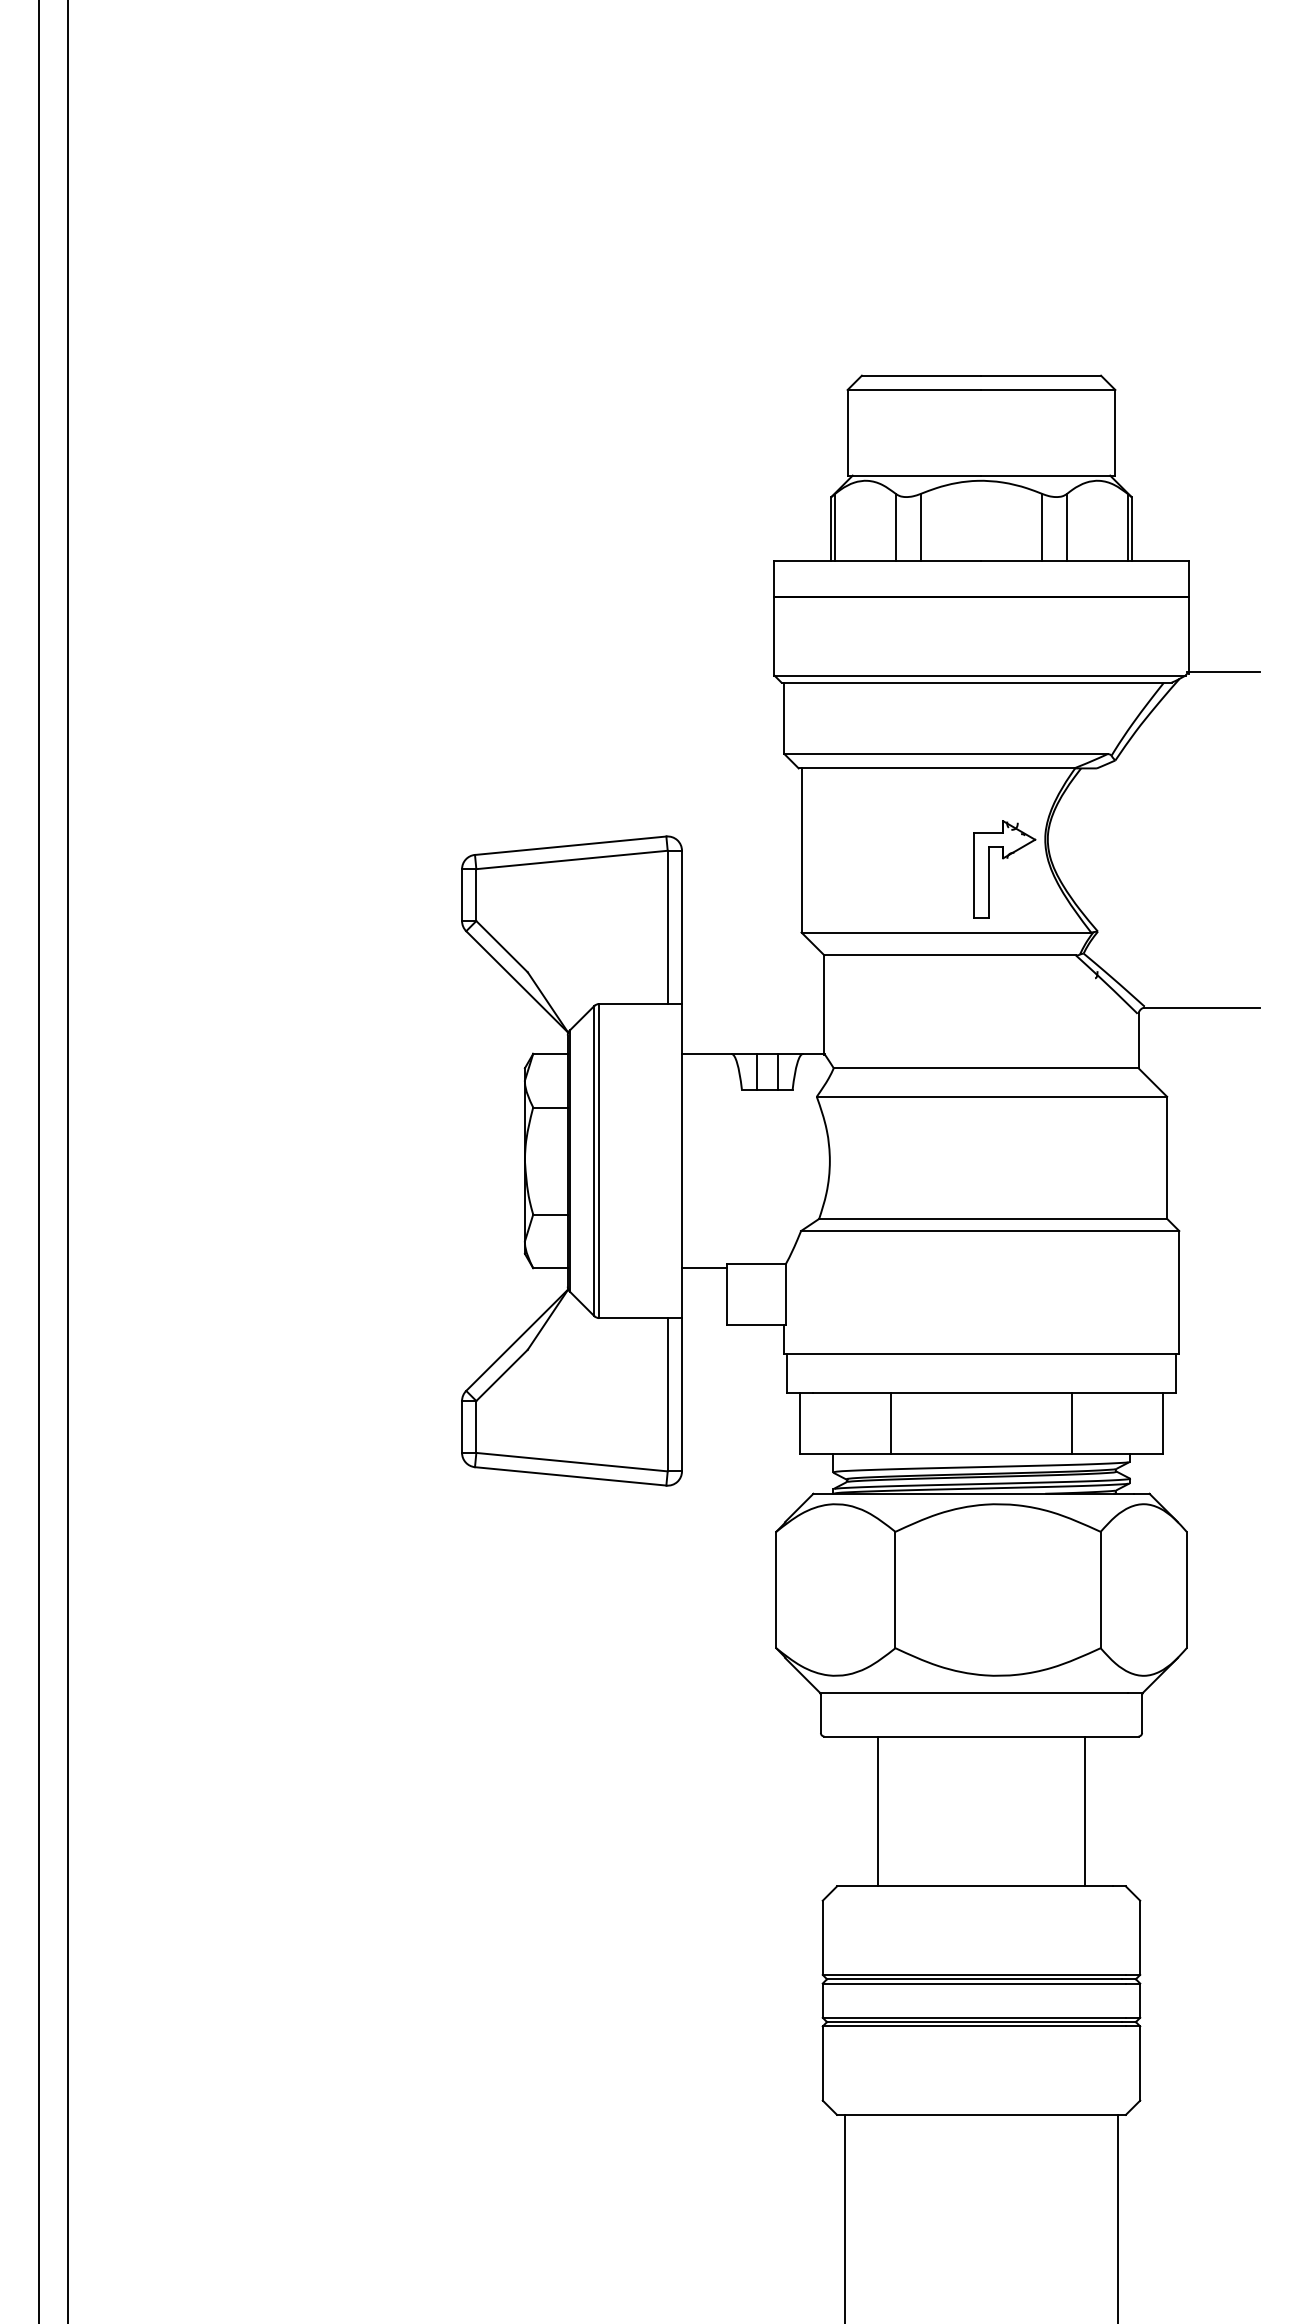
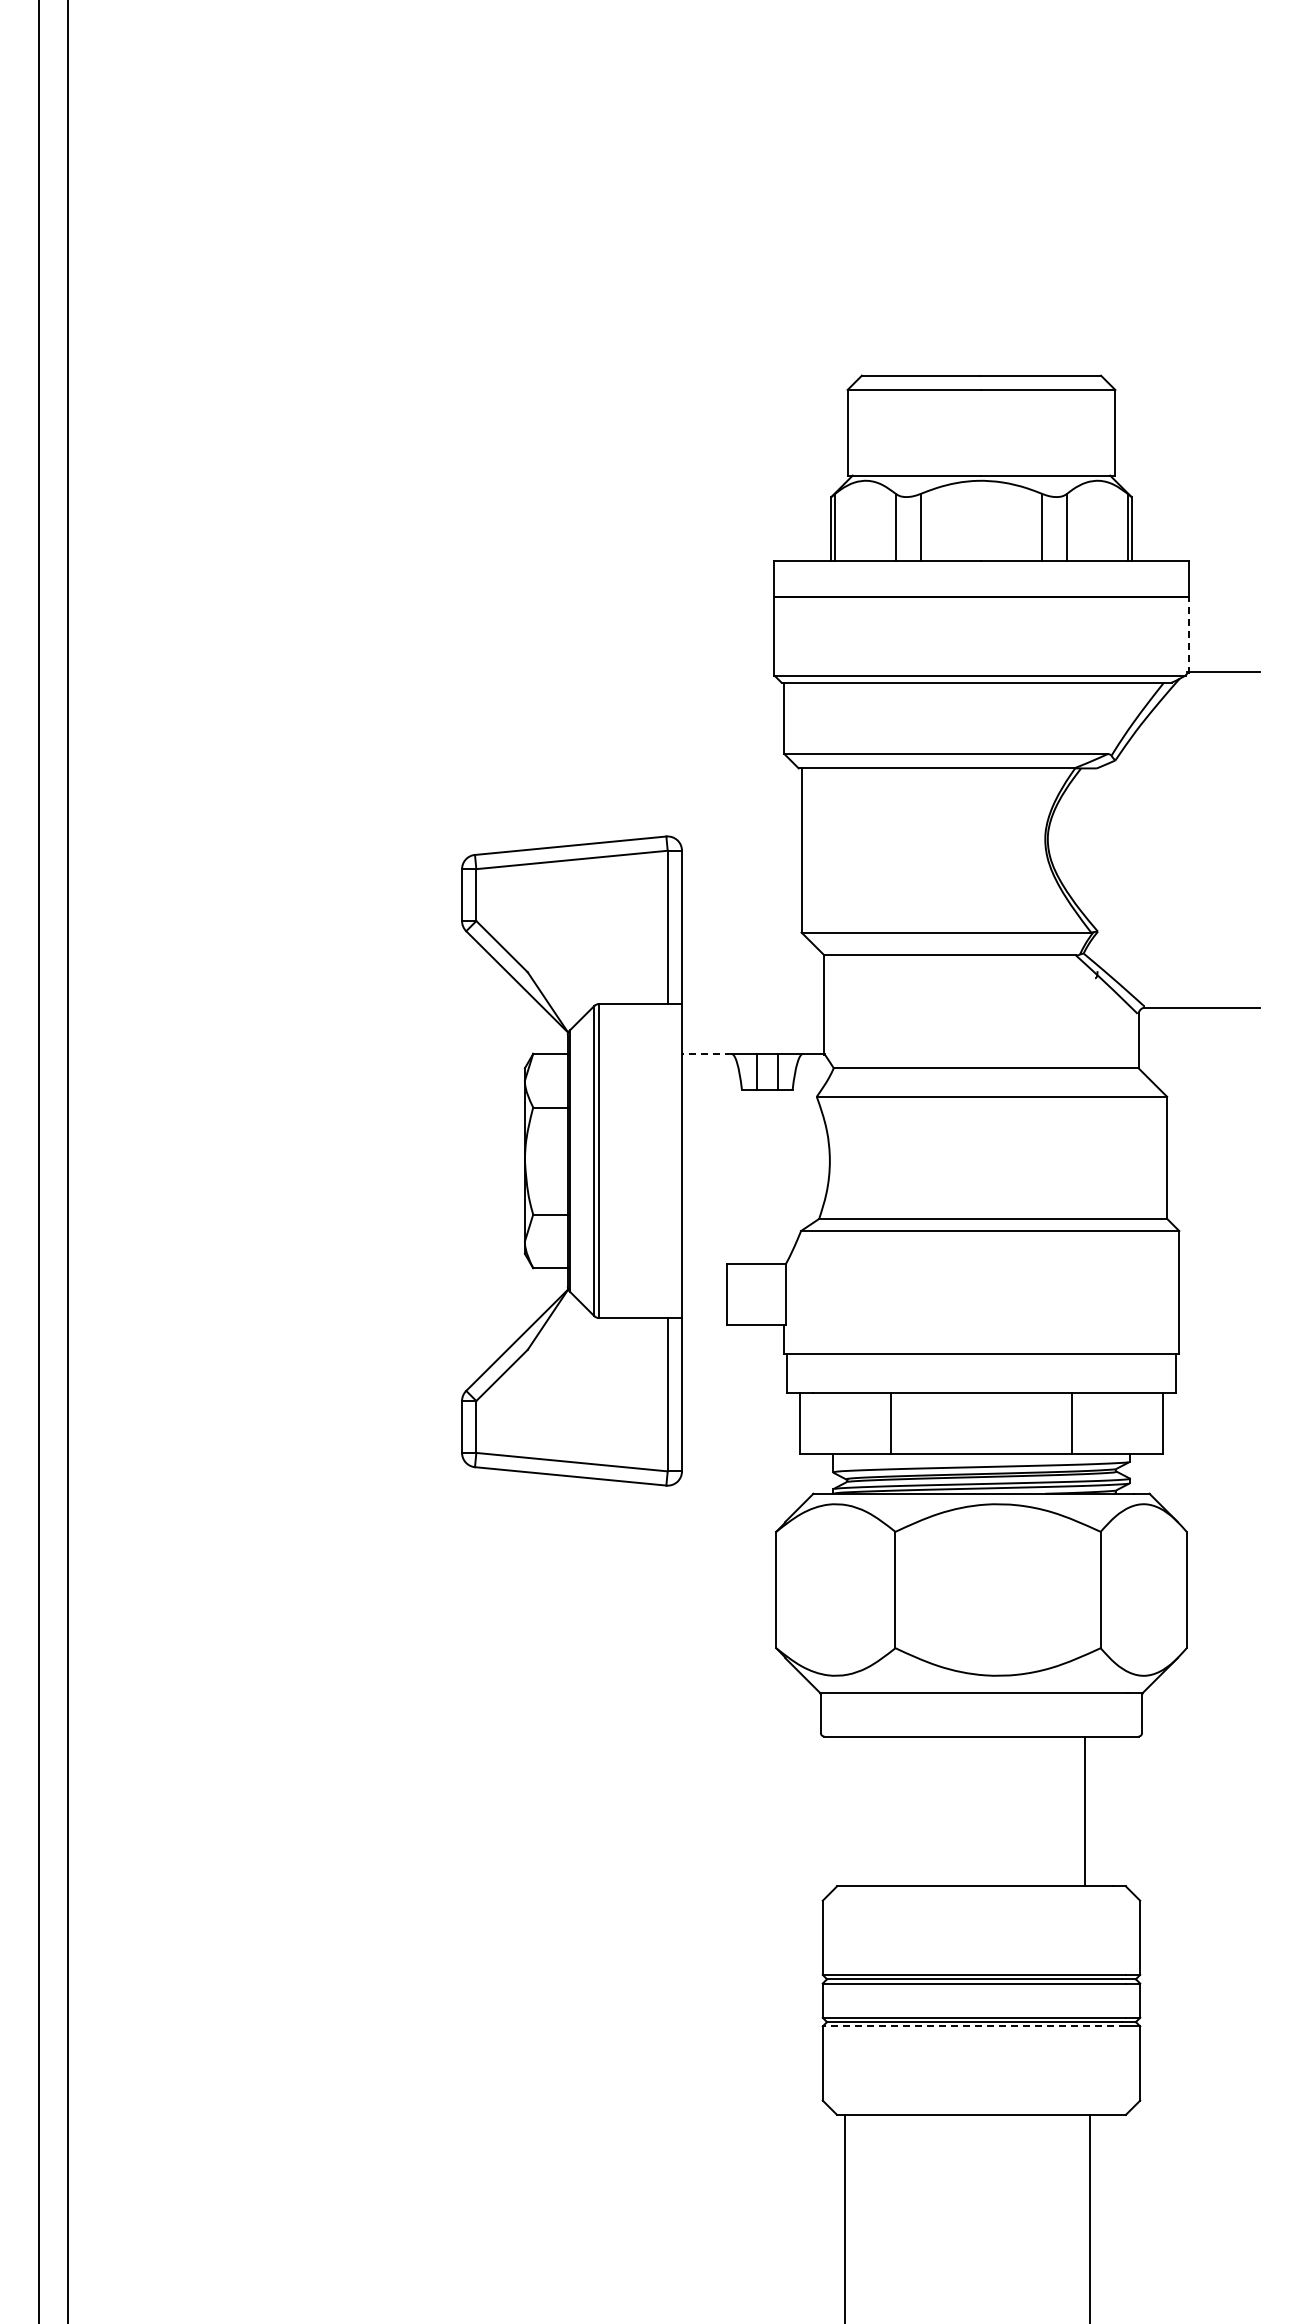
line at (1188, 634): solid -> dashed
part at (1003, 859): present -> none
line at (706, 1053): solid -> dashed
line at (704, 1268): present -> none
line at (877, 1811): present -> none
line at (973, 2026): solid -> dashed
line at (1117, 2217) position: (1117, 2217) -> (1089, 2217)
